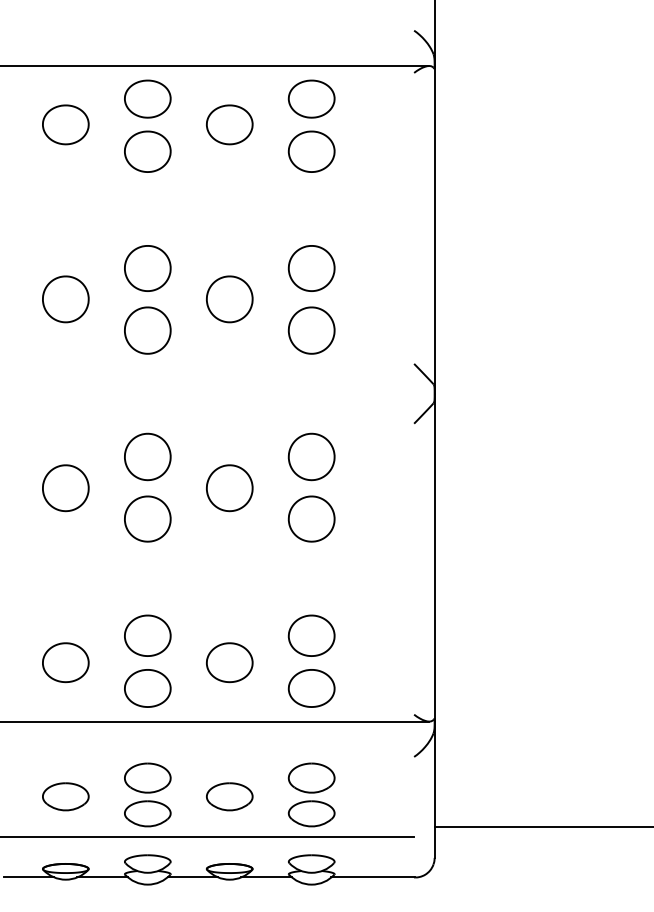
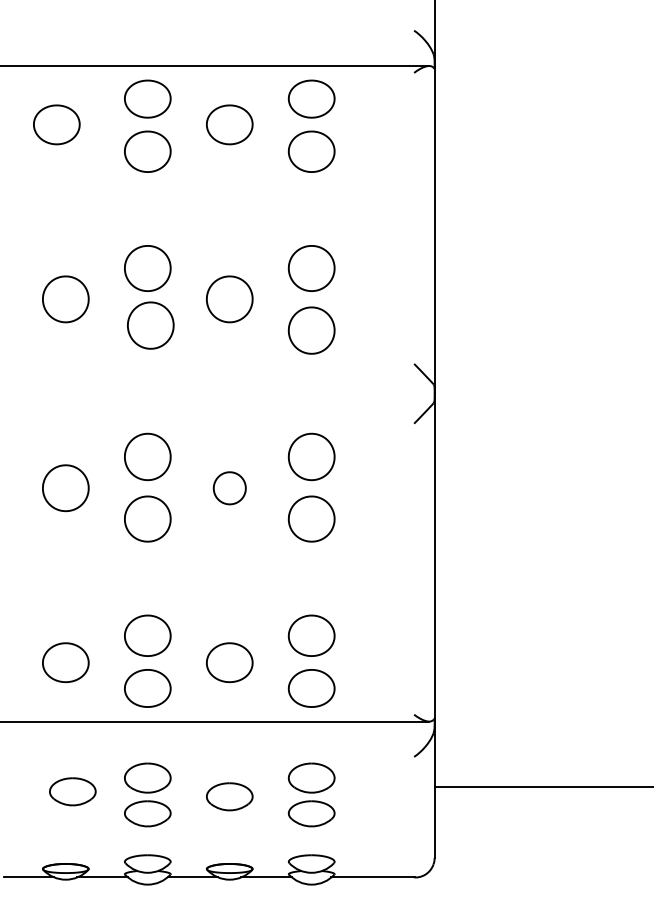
part at (65, 124) position: (65, 124) -> (56, 124)
part at (147, 330) position: (147, 330) -> (150, 325)
part at (229, 488) size: 48x49 px -> 35x35 px
part at (65, 796) position: (65, 796) -> (72, 791)
line at (542, 827) position: (542, 827) -> (542, 787)
line at (208, 837): present -> none
